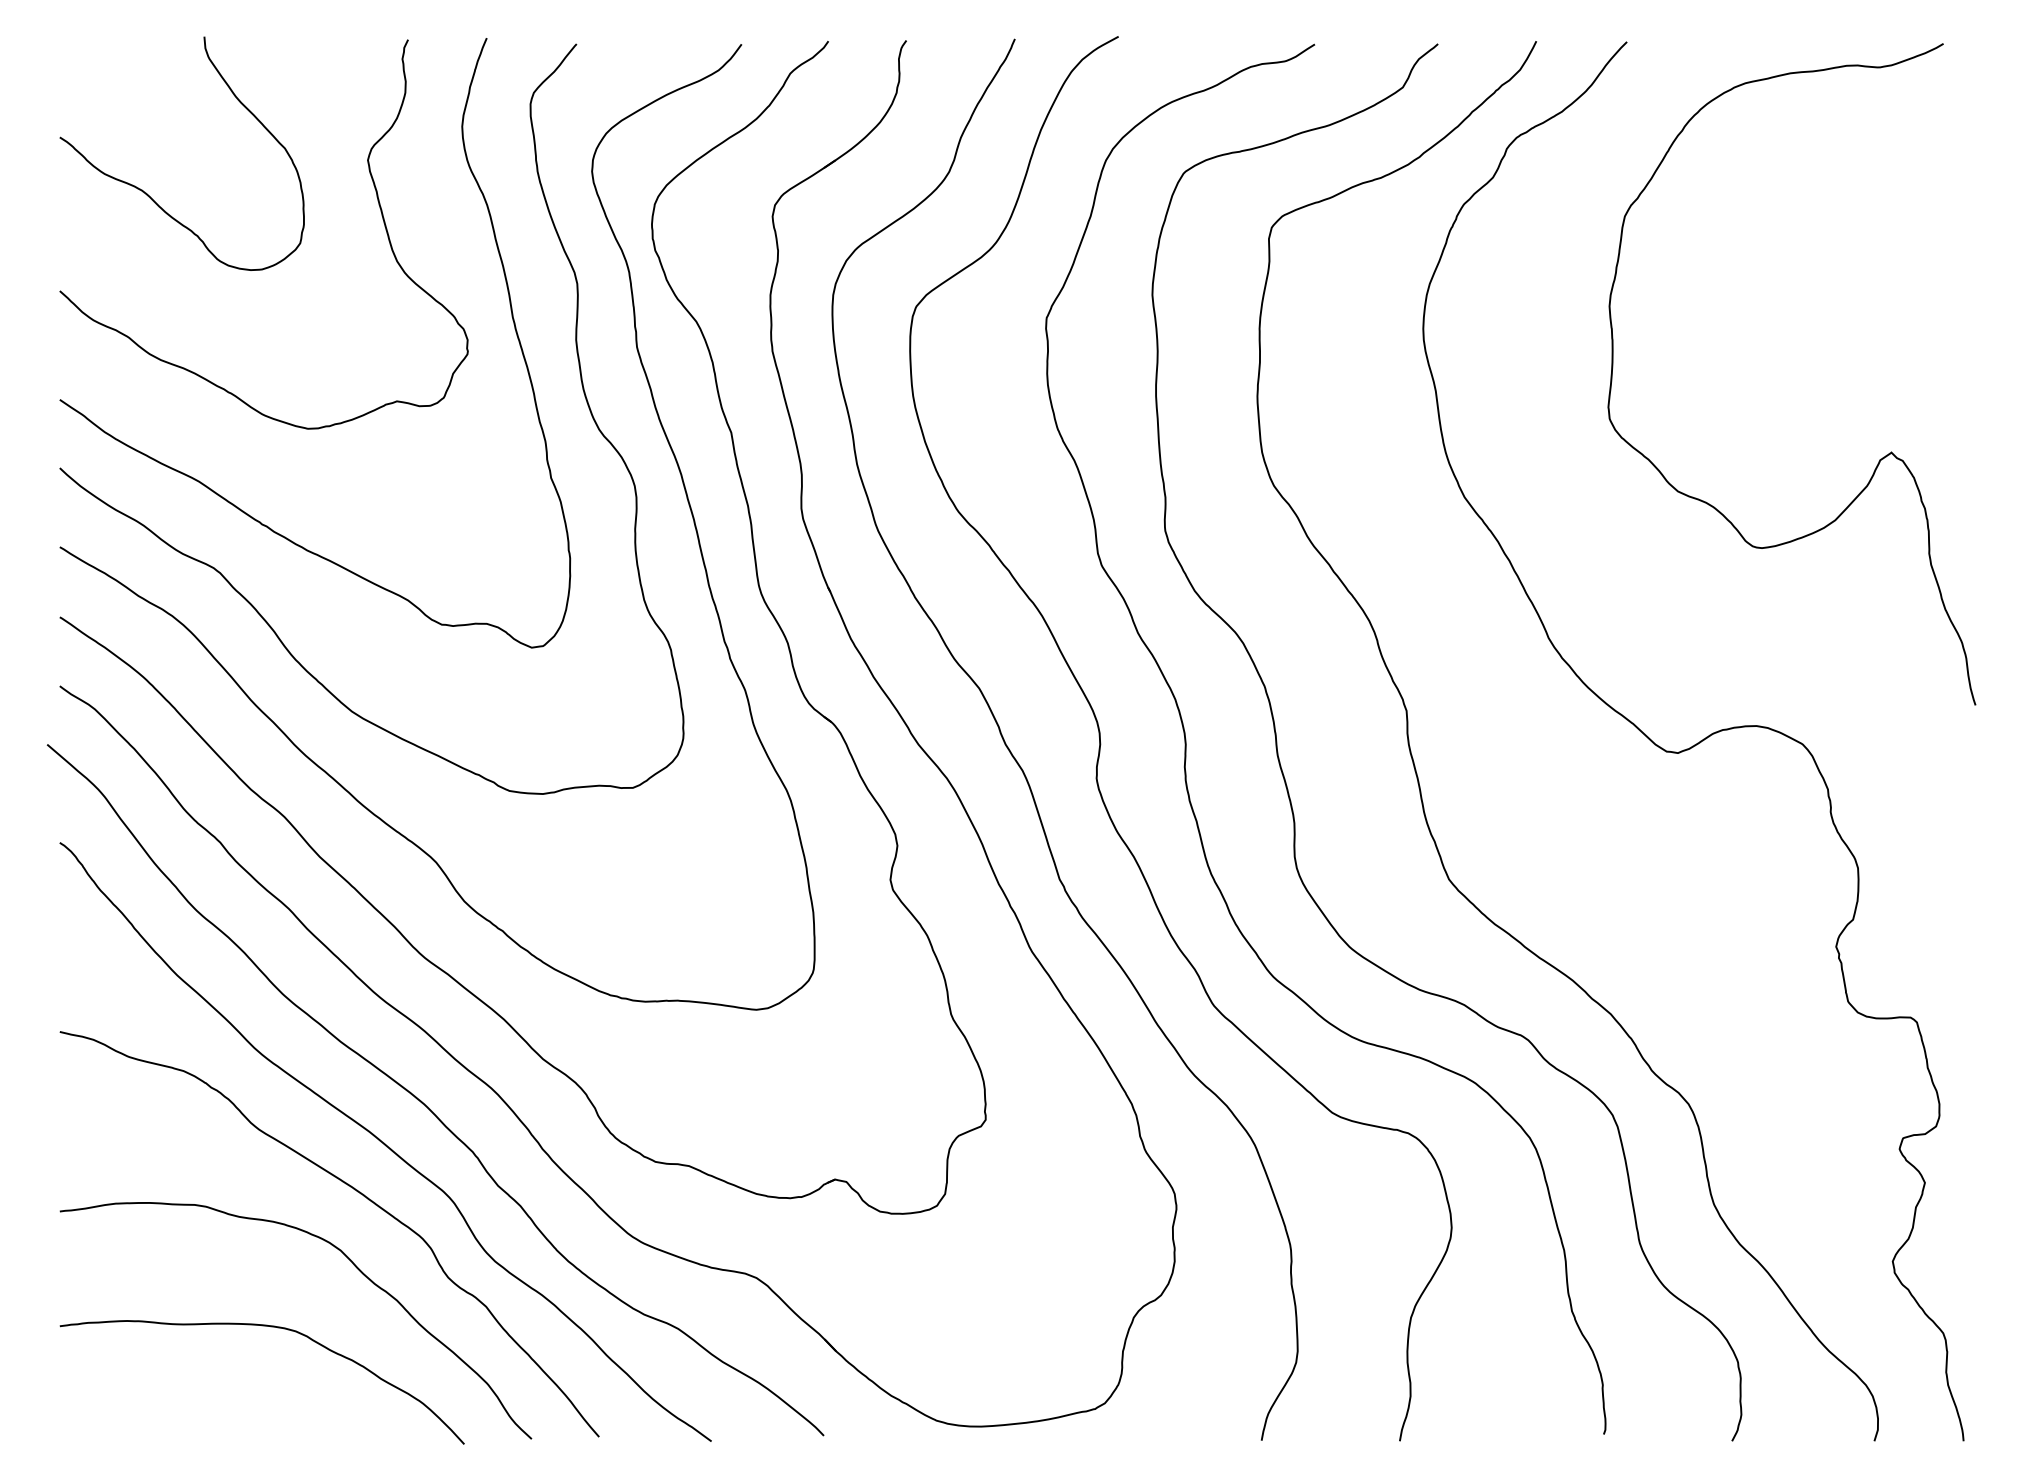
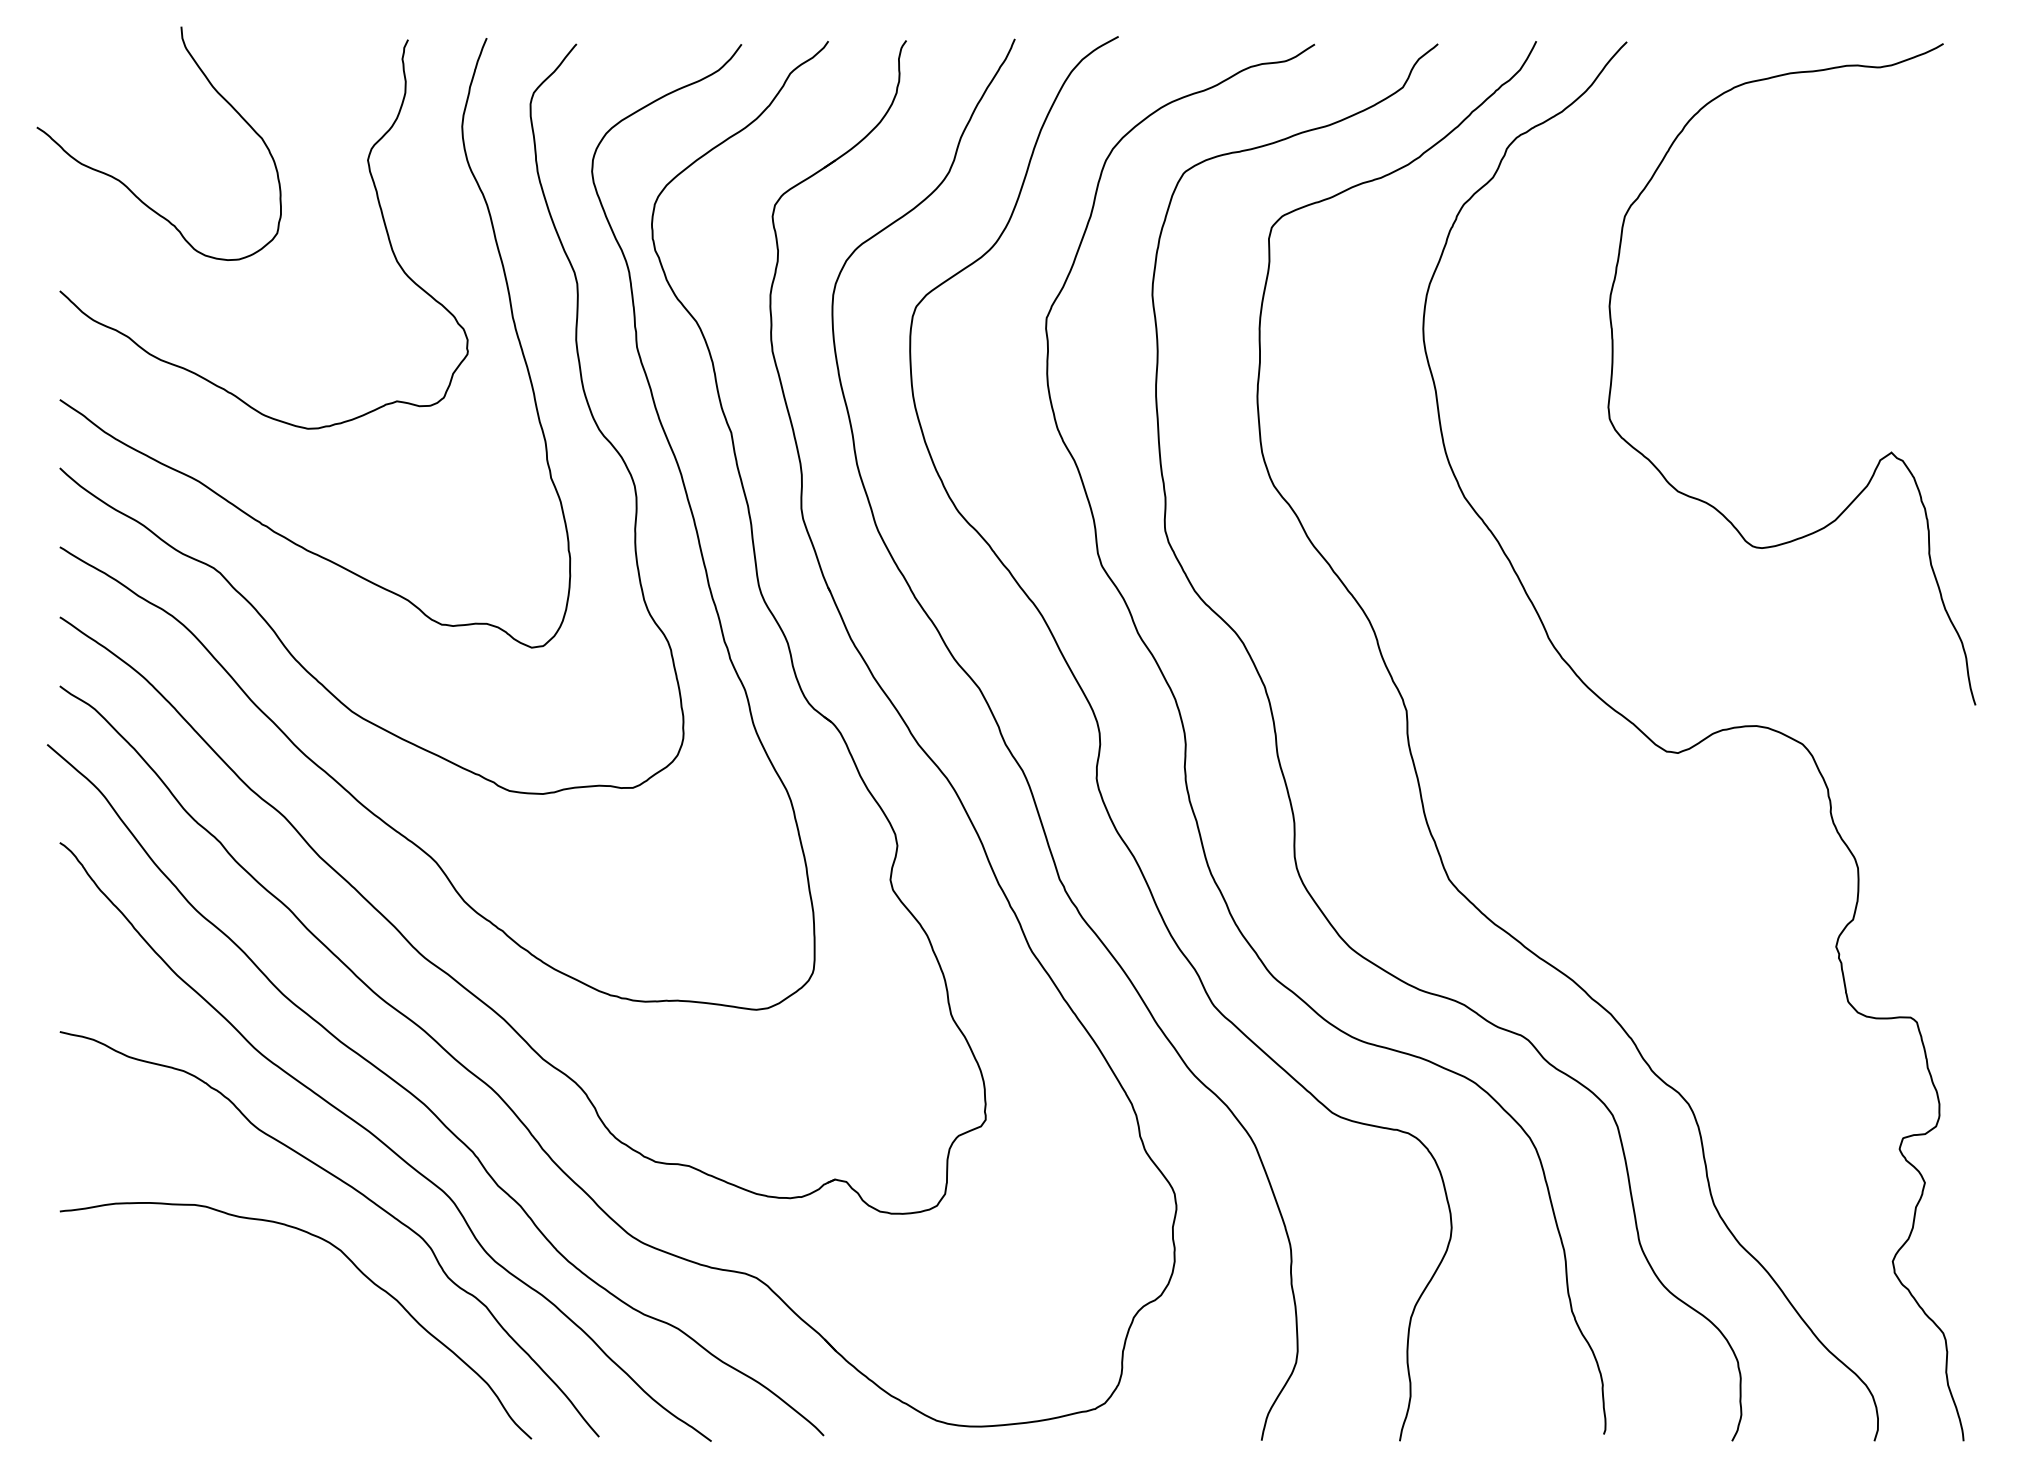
curve at (146, 192) position: (146, 192) -> (123, 182)
curve at (270, 1327): present -> none
